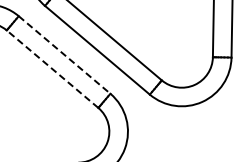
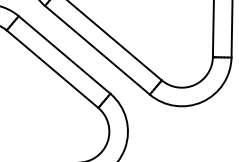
line at (64, 55): dashed -> solid
line at (52, 68): dashed -> solid
